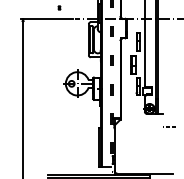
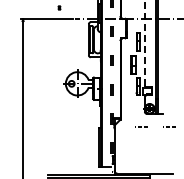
line at (144, 42): solid -> dashed
line at (141, 126): none -> present
